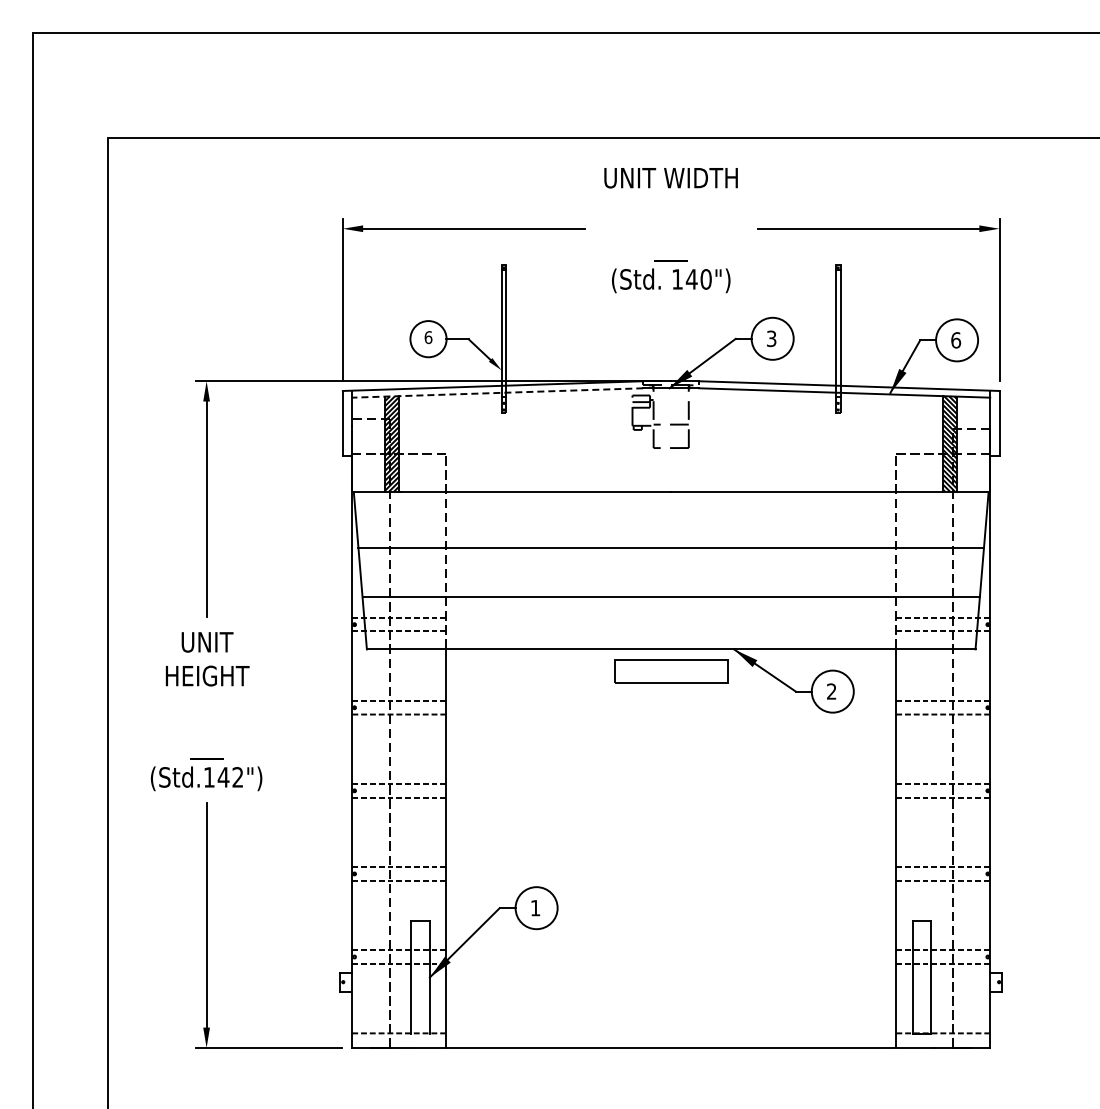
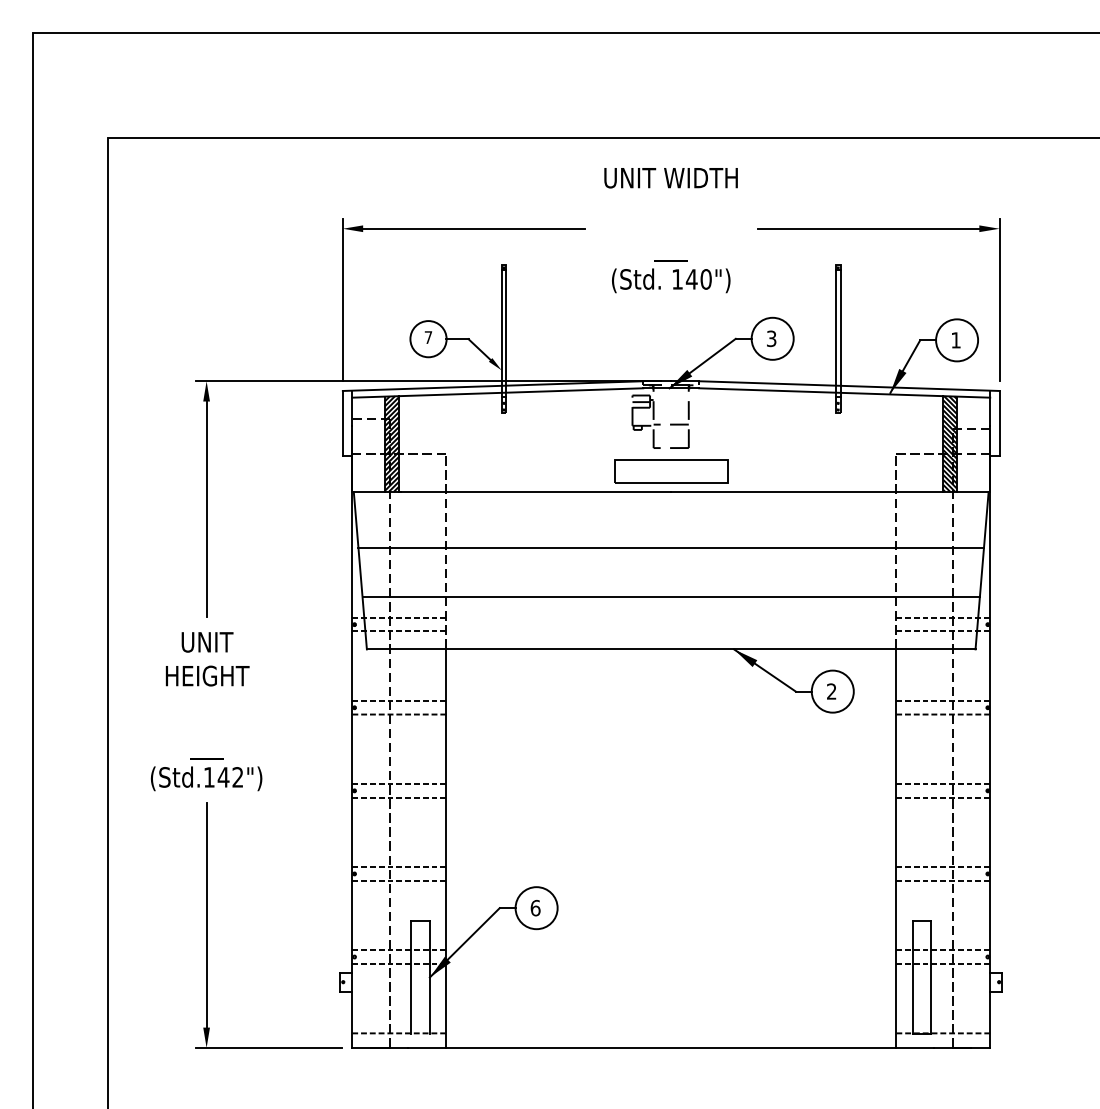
text at (428, 337): 6 -> 7
text at (956, 340): 6 -> 1
line at (497, 392): dashed -> solid
part at (671, 671) position: (671, 671) -> (671, 471)
text at (535, 907): 1 -> 6
